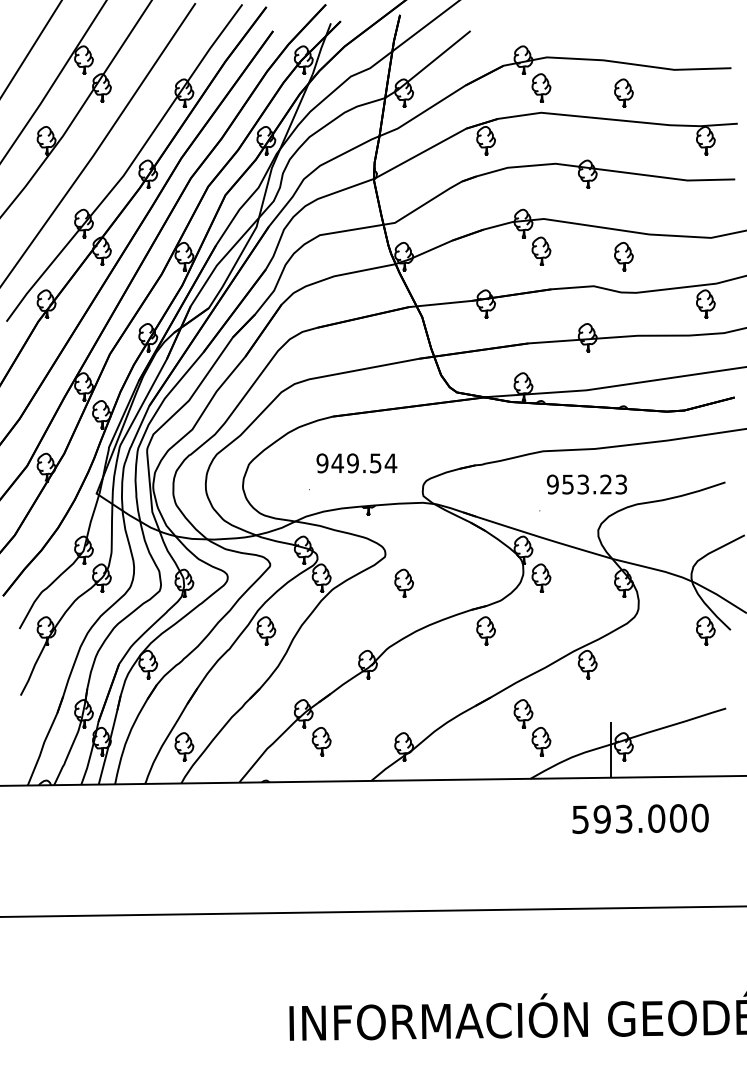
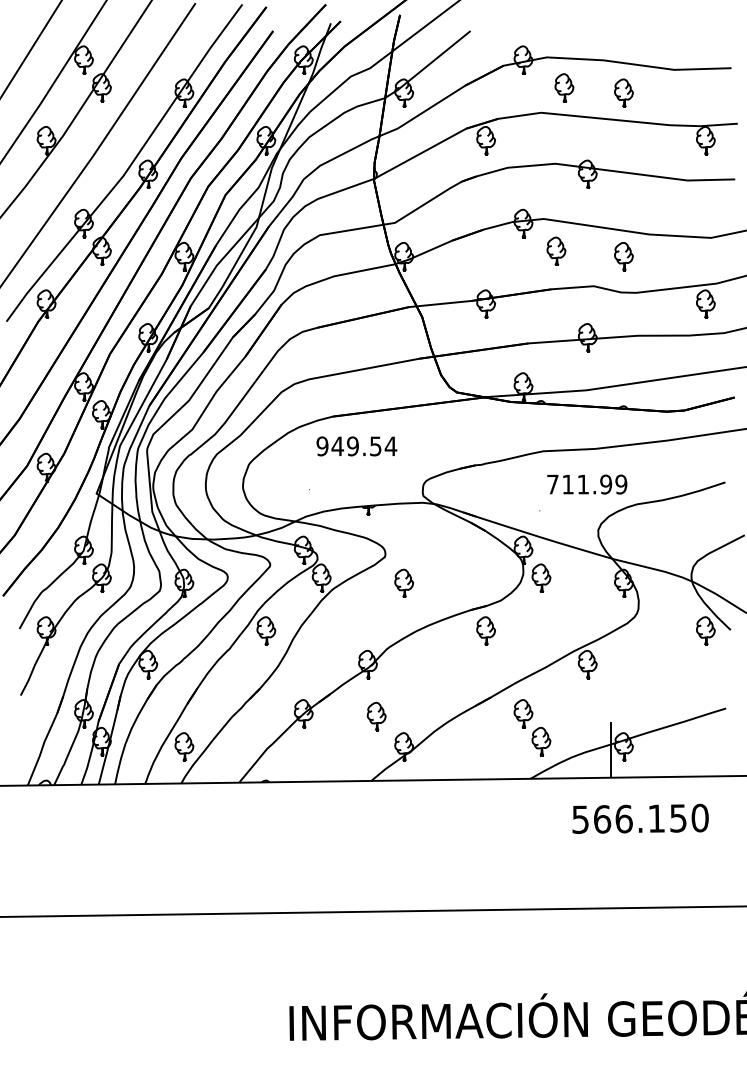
part at (541, 87) position: (541, 87) -> (564, 87)
part at (541, 250) position: (541, 250) -> (556, 250)
text at (356, 463) position: (356, 463) -> (356, 446)
text at (586, 484): 953.23 -> 711.99
part at (321, 741) position: (321, 741) -> (376, 716)
text at (640, 818): 593.000 -> 566.150
